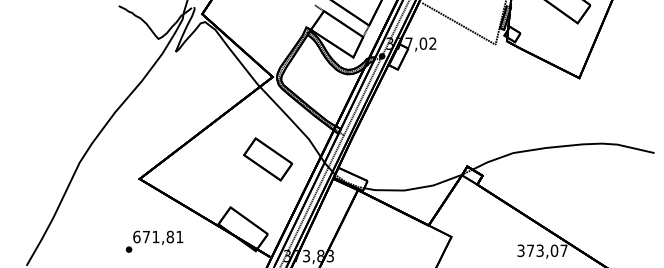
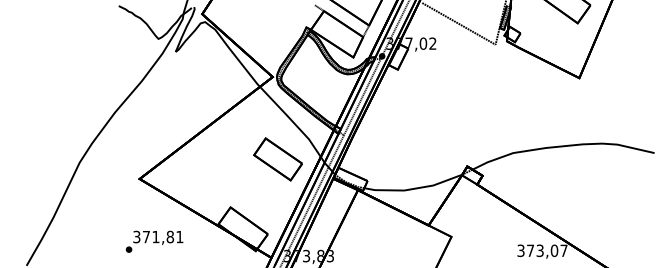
part at (267, 159) position: (267, 159) -> (277, 159)
text at (136, 236): 671,81 -> 371,81
